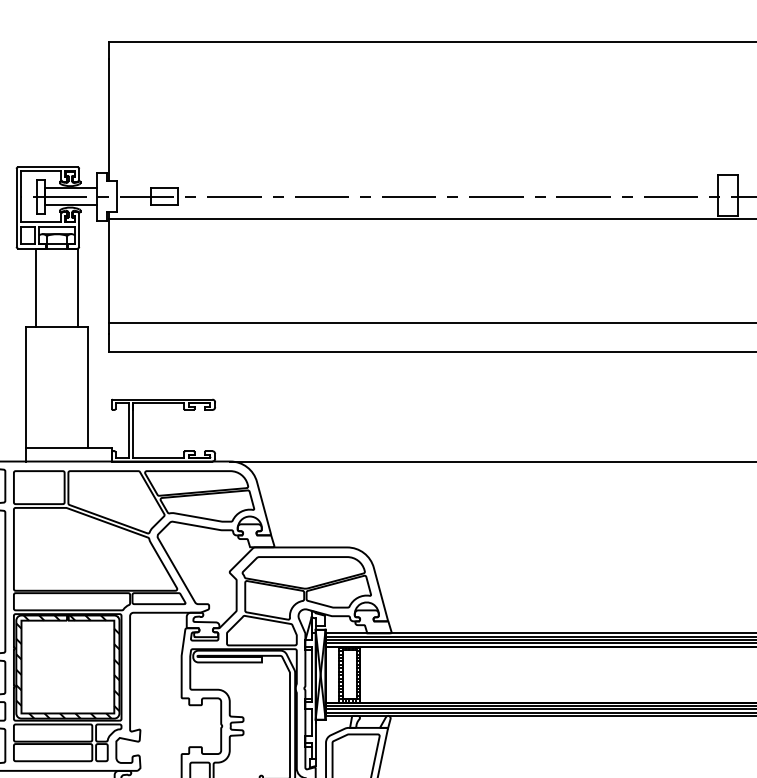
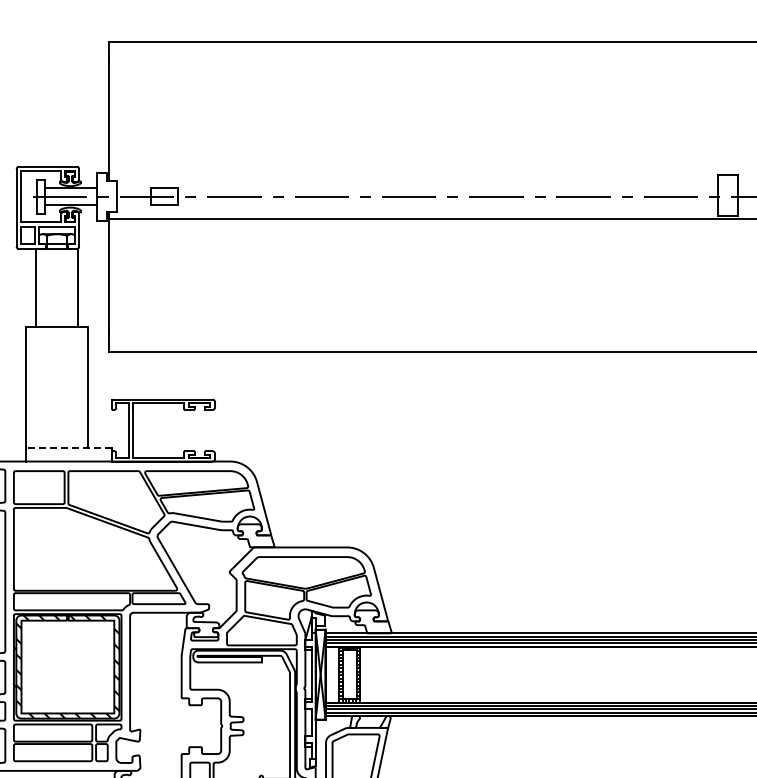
line at (431, 322): present -> none
line at (69, 447): solid -> dashed
line at (491, 461): present -> none
